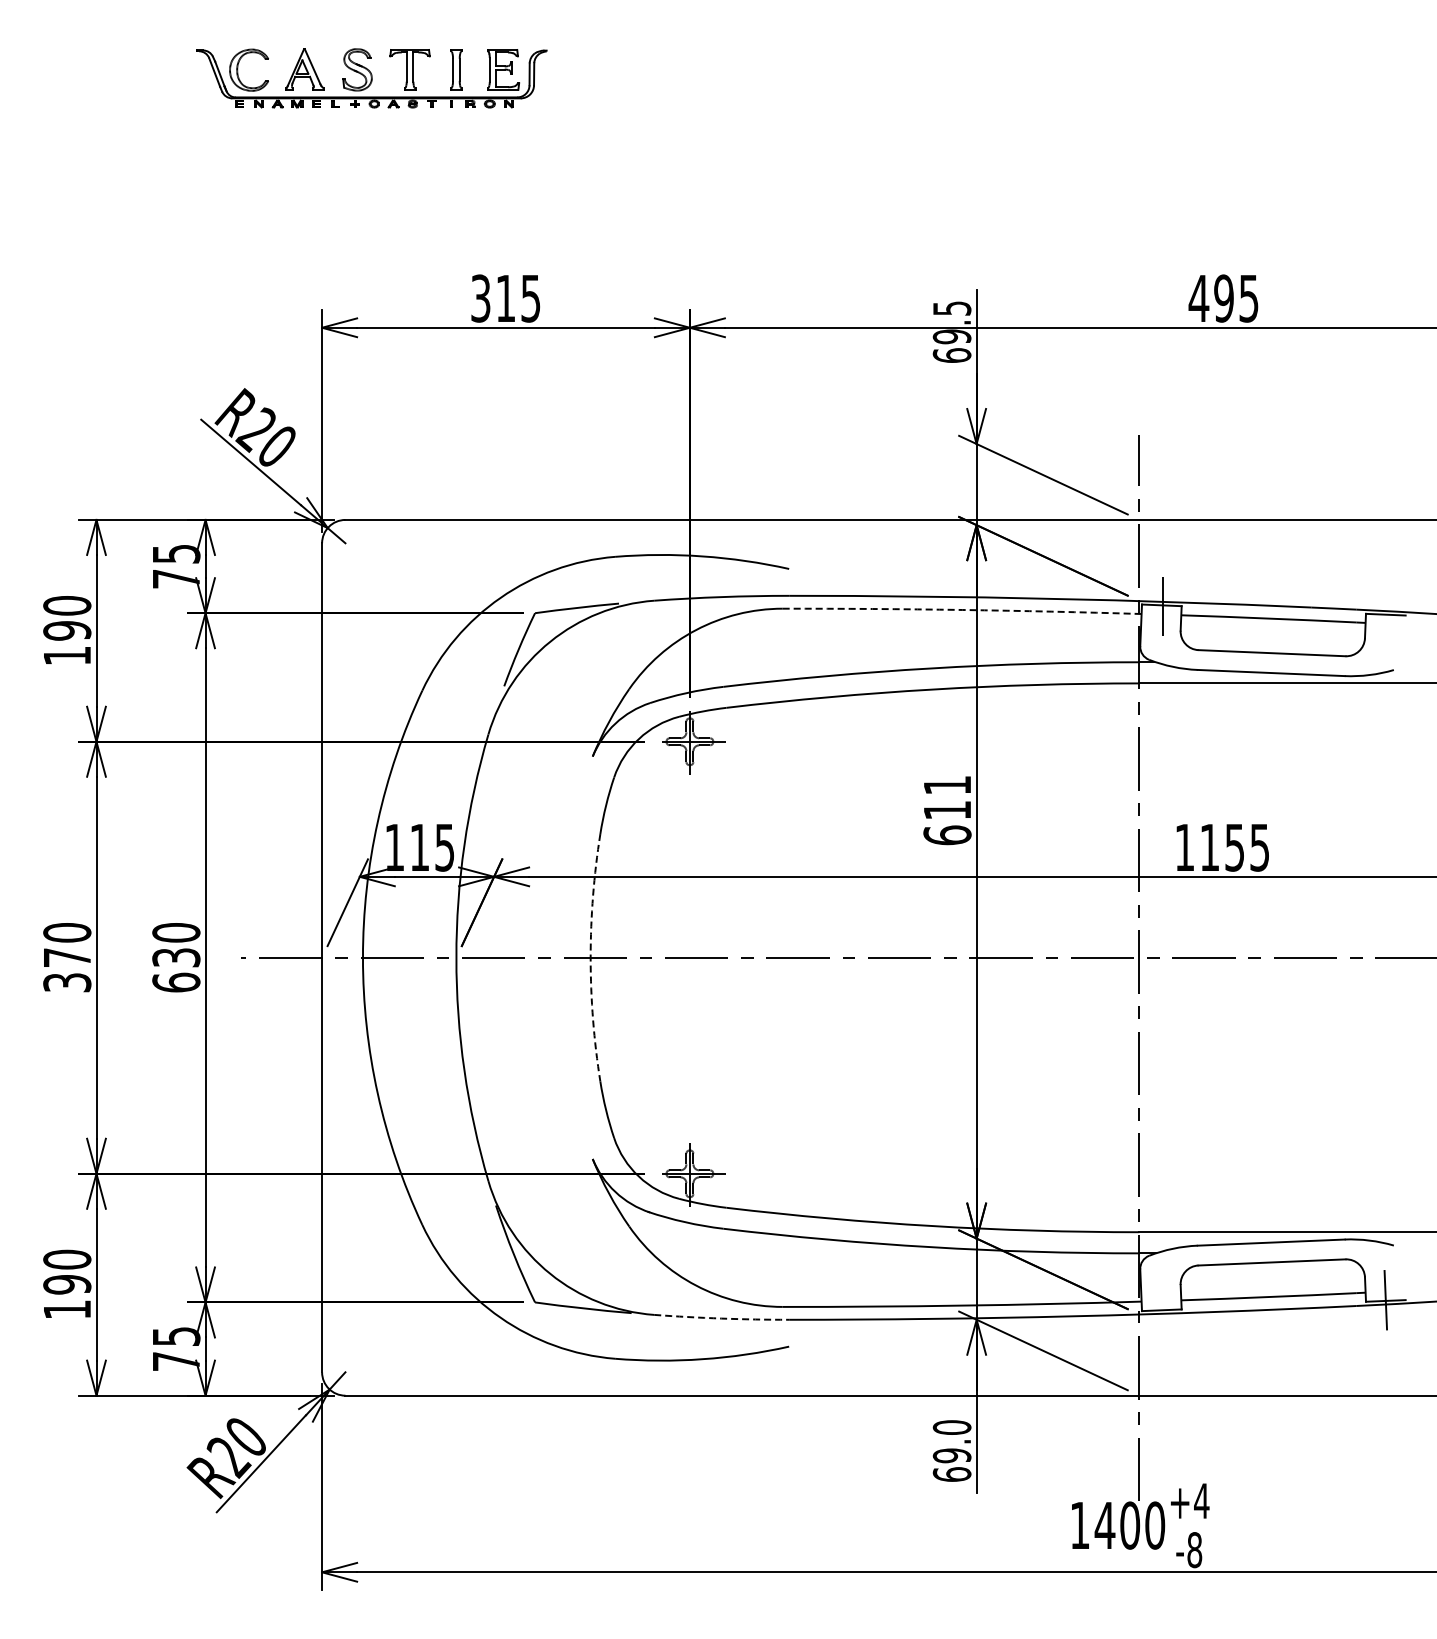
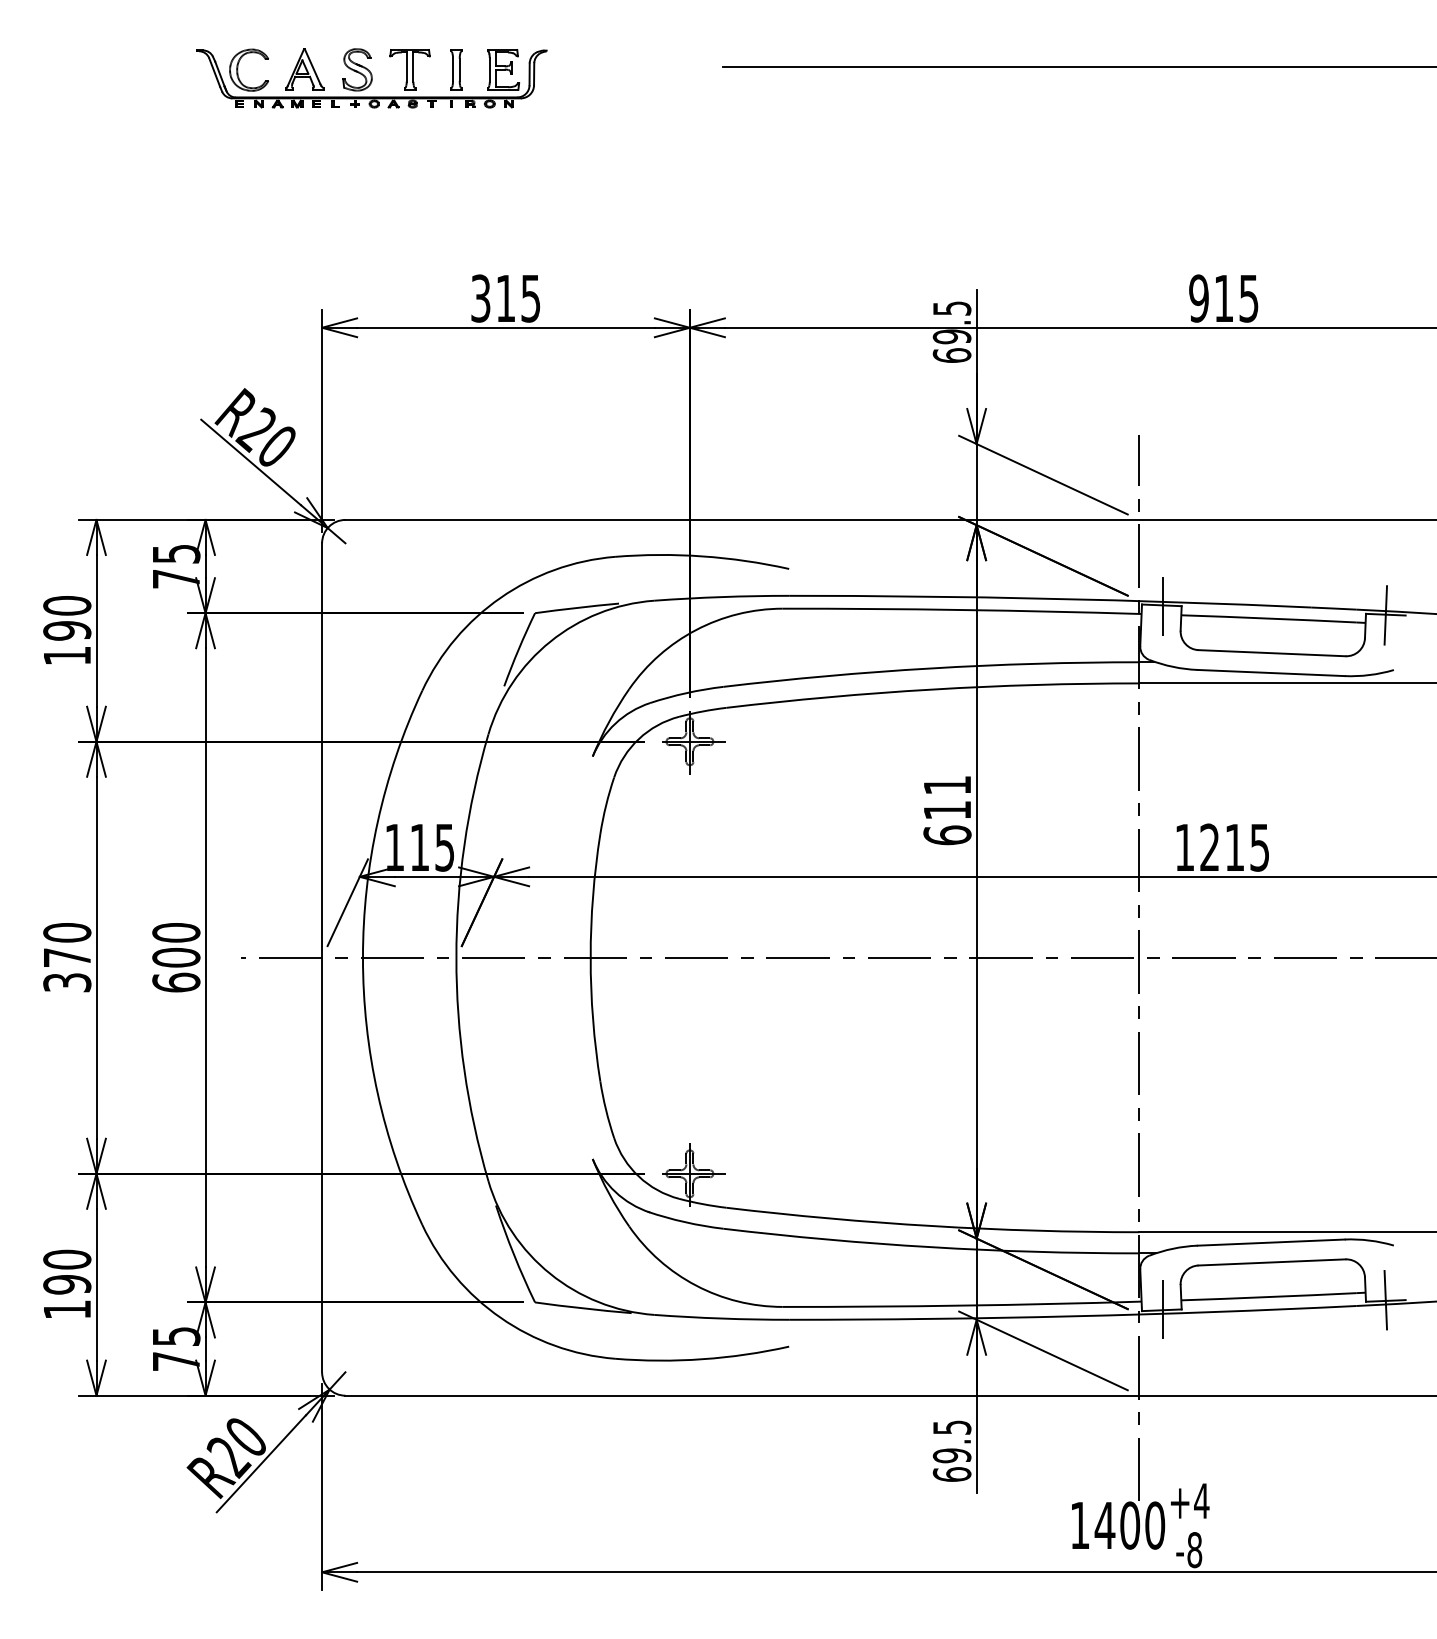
line at (1077, 66): none -> present
text at (1210, 298): 495 -> 915
arc at (962, 609): dashed -> solid
line at (1385, 615): none -> present
text at (1221, 847): 1155 -> 1215
text at (176, 957): 630 -> 600
arc at (590, 957): dashed -> solid
line at (1162, 1309): none -> present
arc at (721, 1318): dashed -> solid
text at (951, 1427): 69.0 -> 69.5
